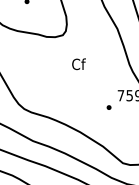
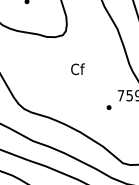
text at (78, 64) position: (78, 64) -> (77, 69)
